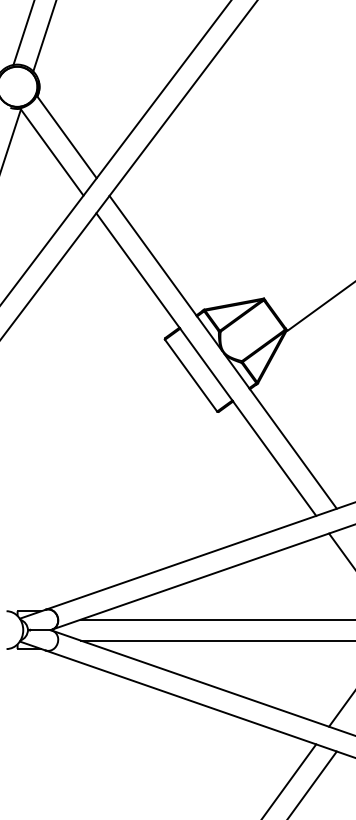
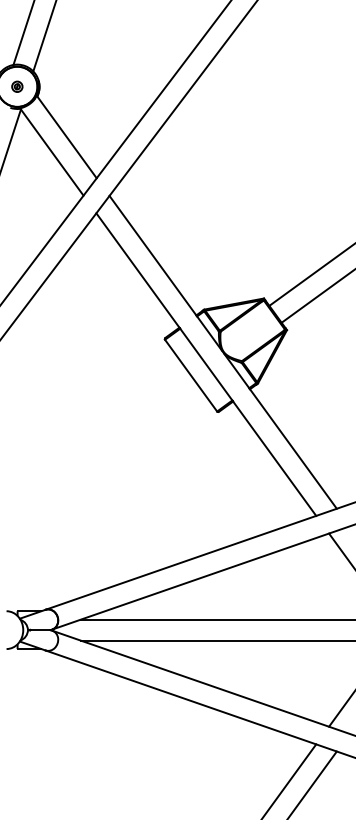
part at (17, 86): none -> present
line at (310, 275): none -> present
line at (319, 306) position: (319, 306) -> (316, 296)
